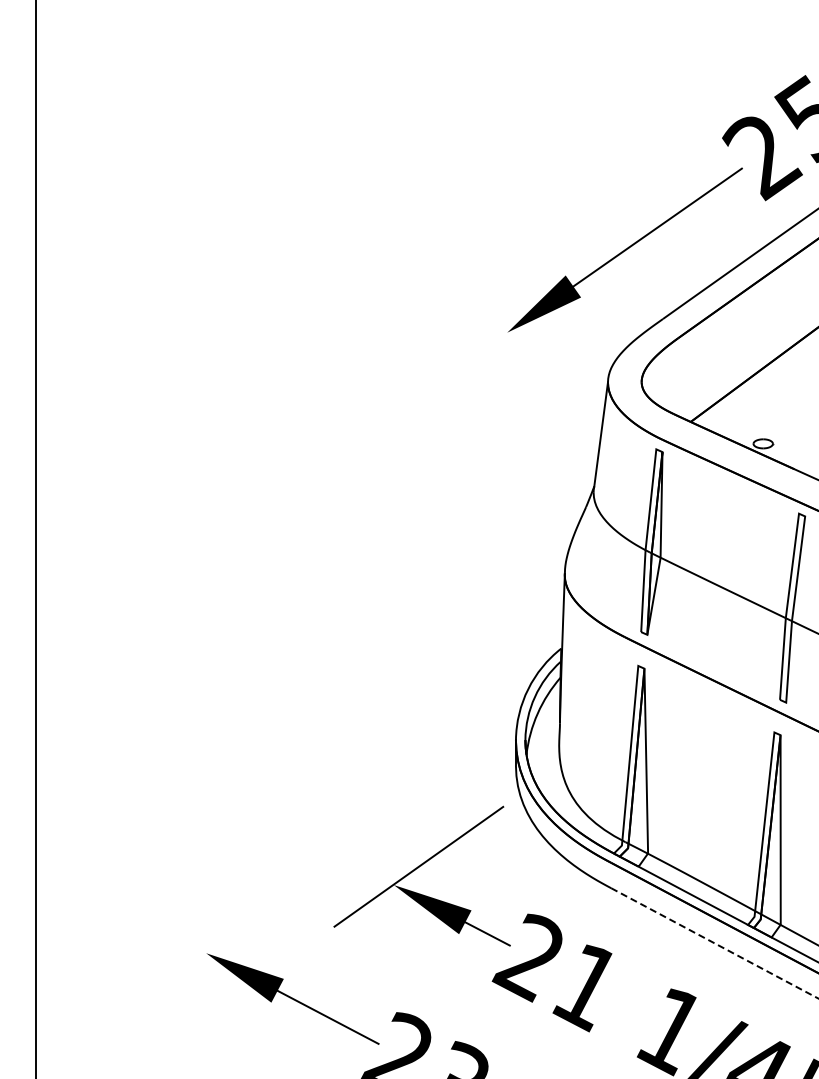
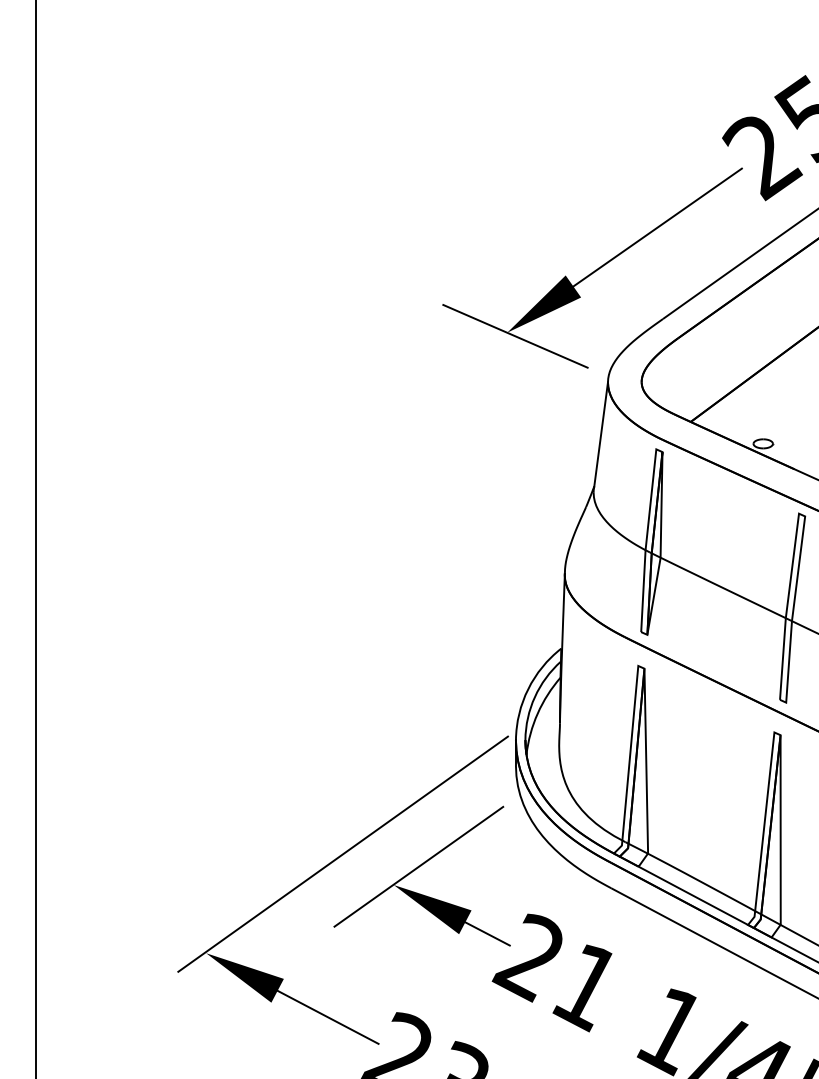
line at (515, 335): none -> present
line at (342, 853): none -> present
line at (715, 943): dashed -> solid
